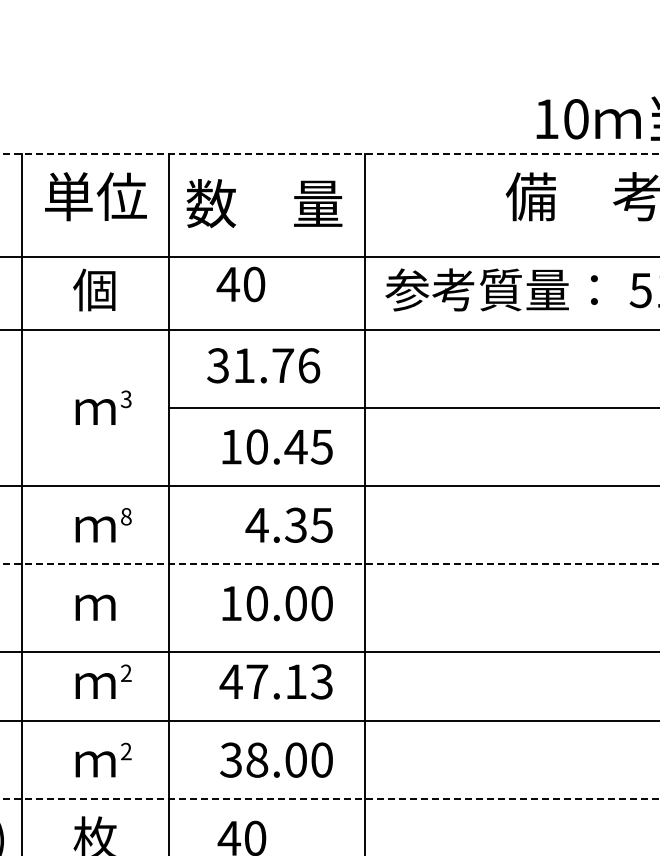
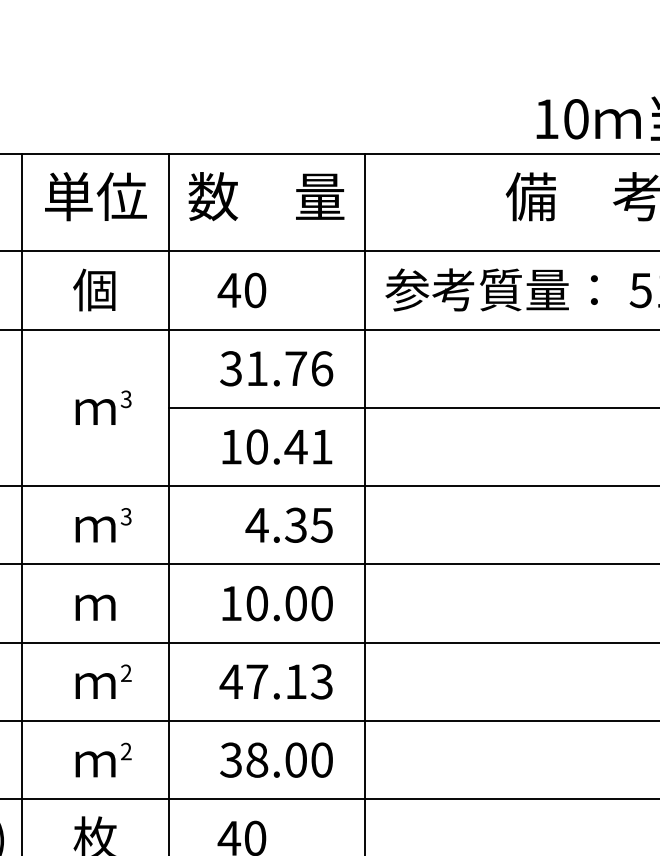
line at (330, 153): dashed -> solid
text at (264, 203) position: (264, 203) -> (266, 196)
line at (329, 257) position: (329, 257) -> (329, 251)
text at (240, 284) position: (240, 284) -> (241, 290)
text at (263, 365) position: (263, 365) -> (276, 368)
text at (321, 447): 10.45 -> 10.41
text at (125, 516): 8 -> 3
line at (330, 564): dashed -> solid
line at (329, 651) position: (329, 651) -> (329, 642)
line at (330, 799): dashed -> solid
